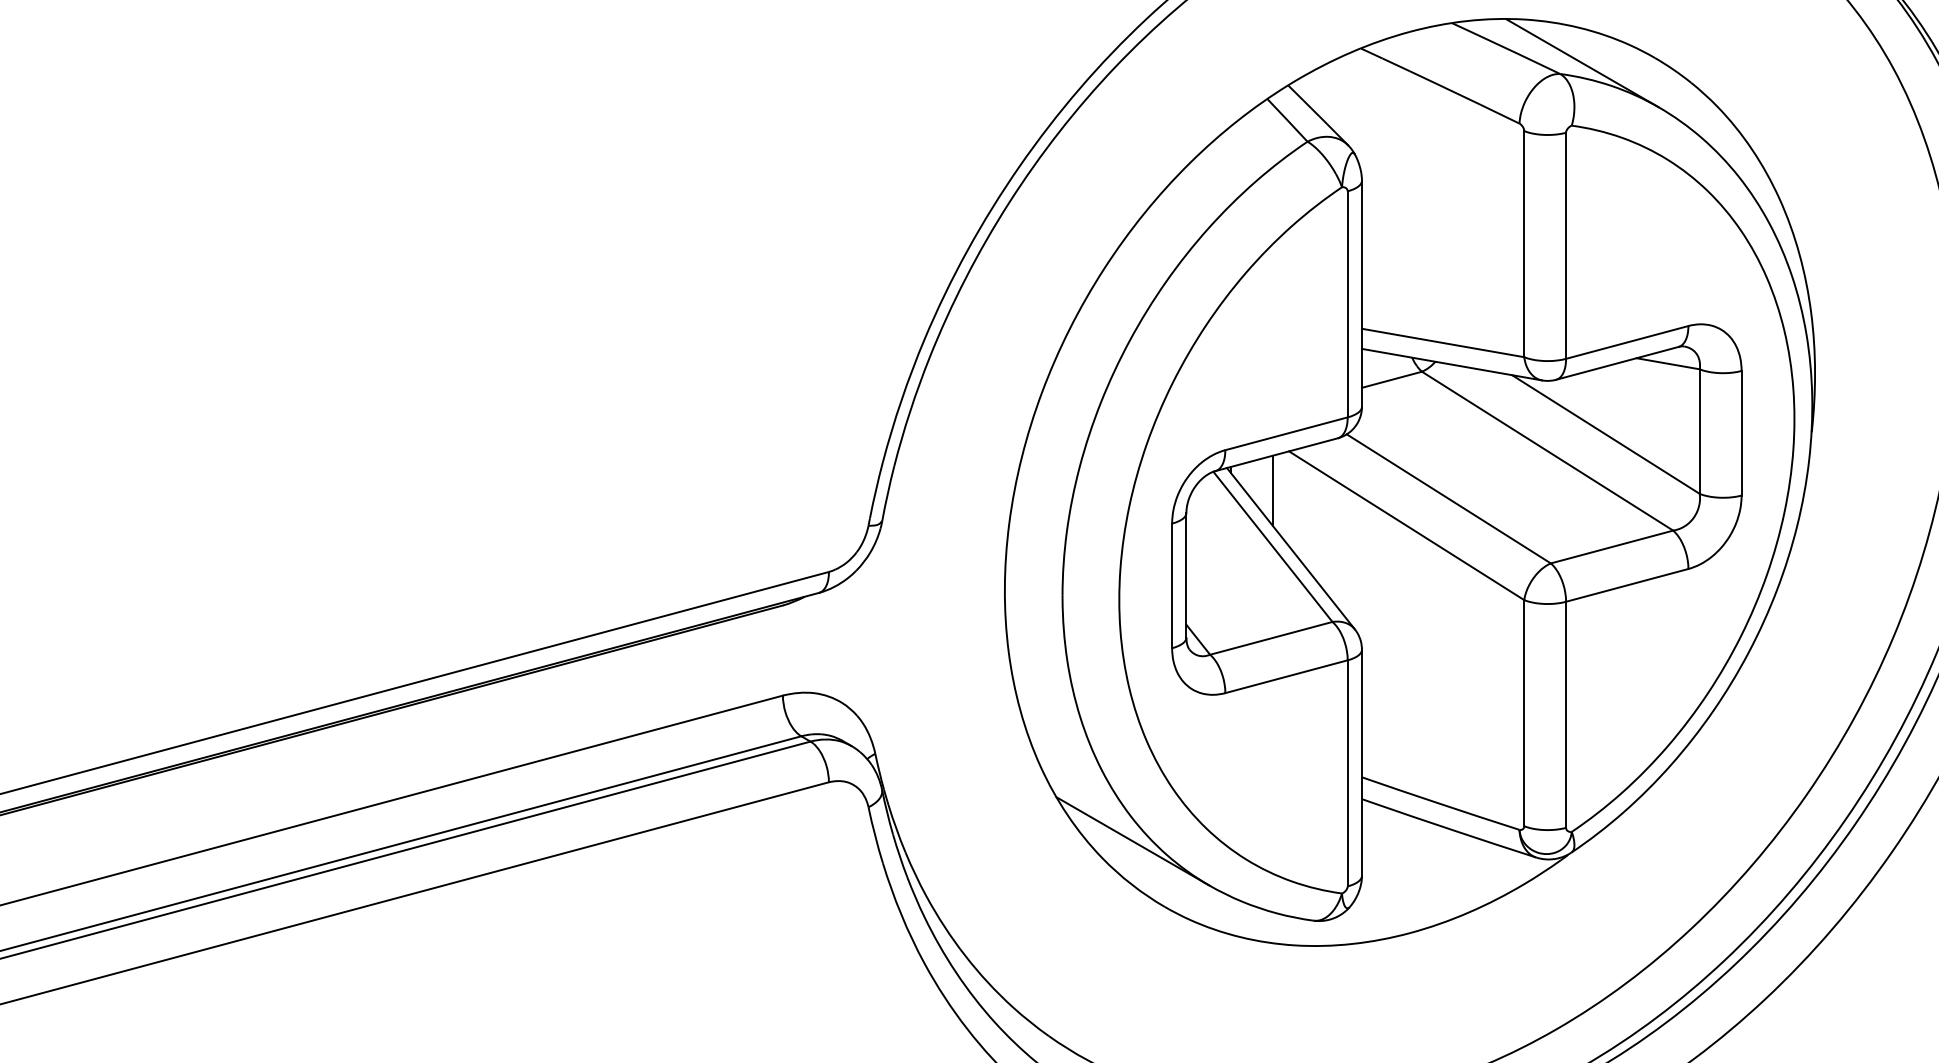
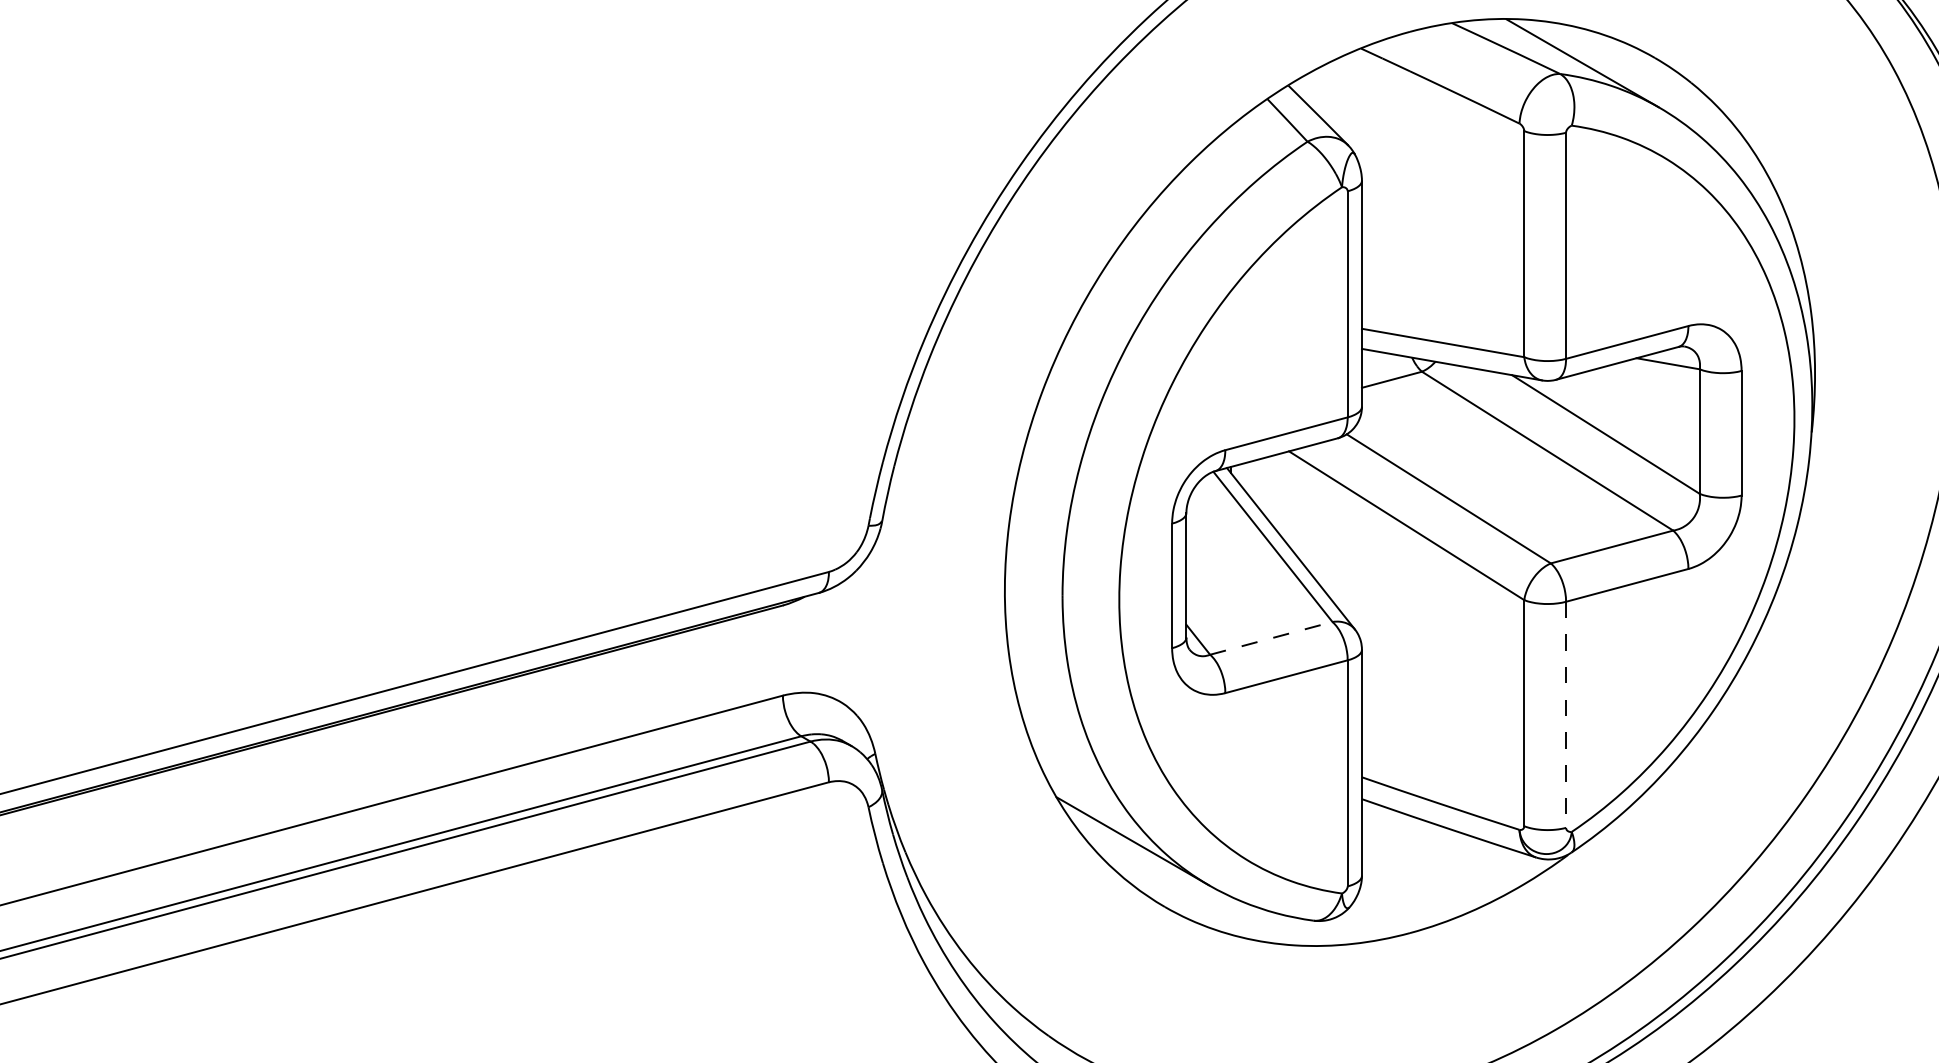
line at (1273, 490): present -> none
line at (1271, 638): solid -> dashed
line at (1566, 715): solid -> dashed
